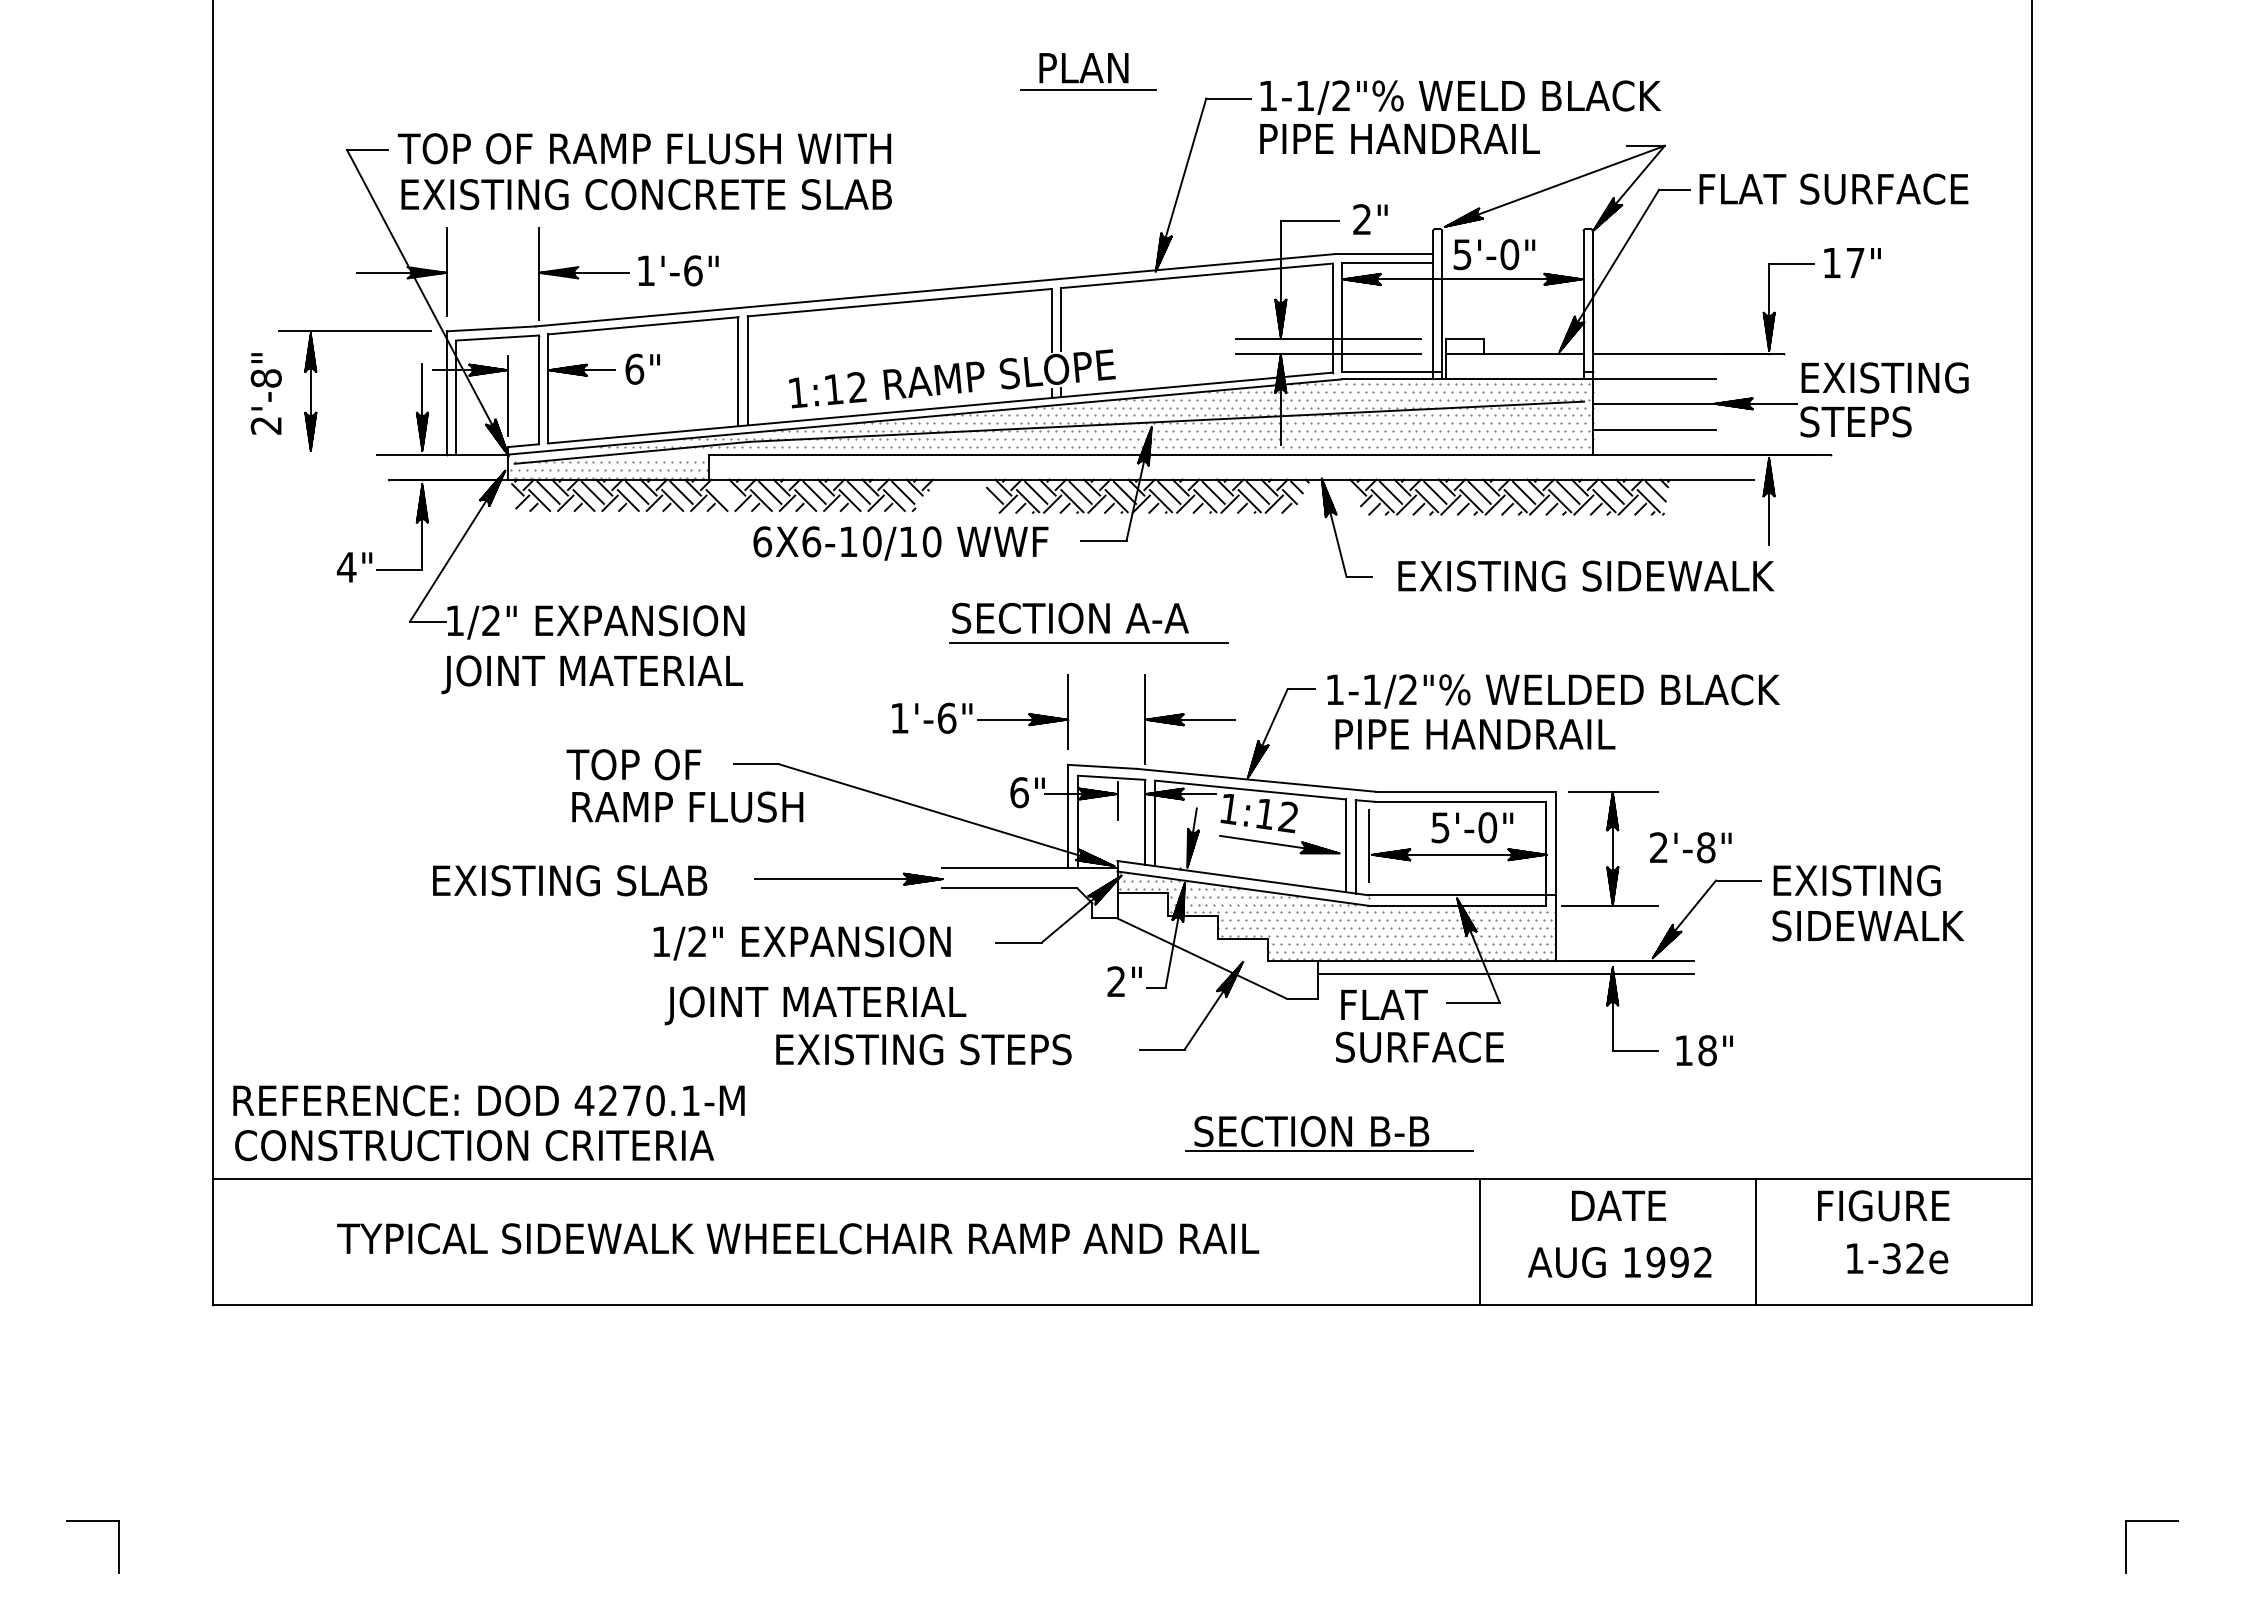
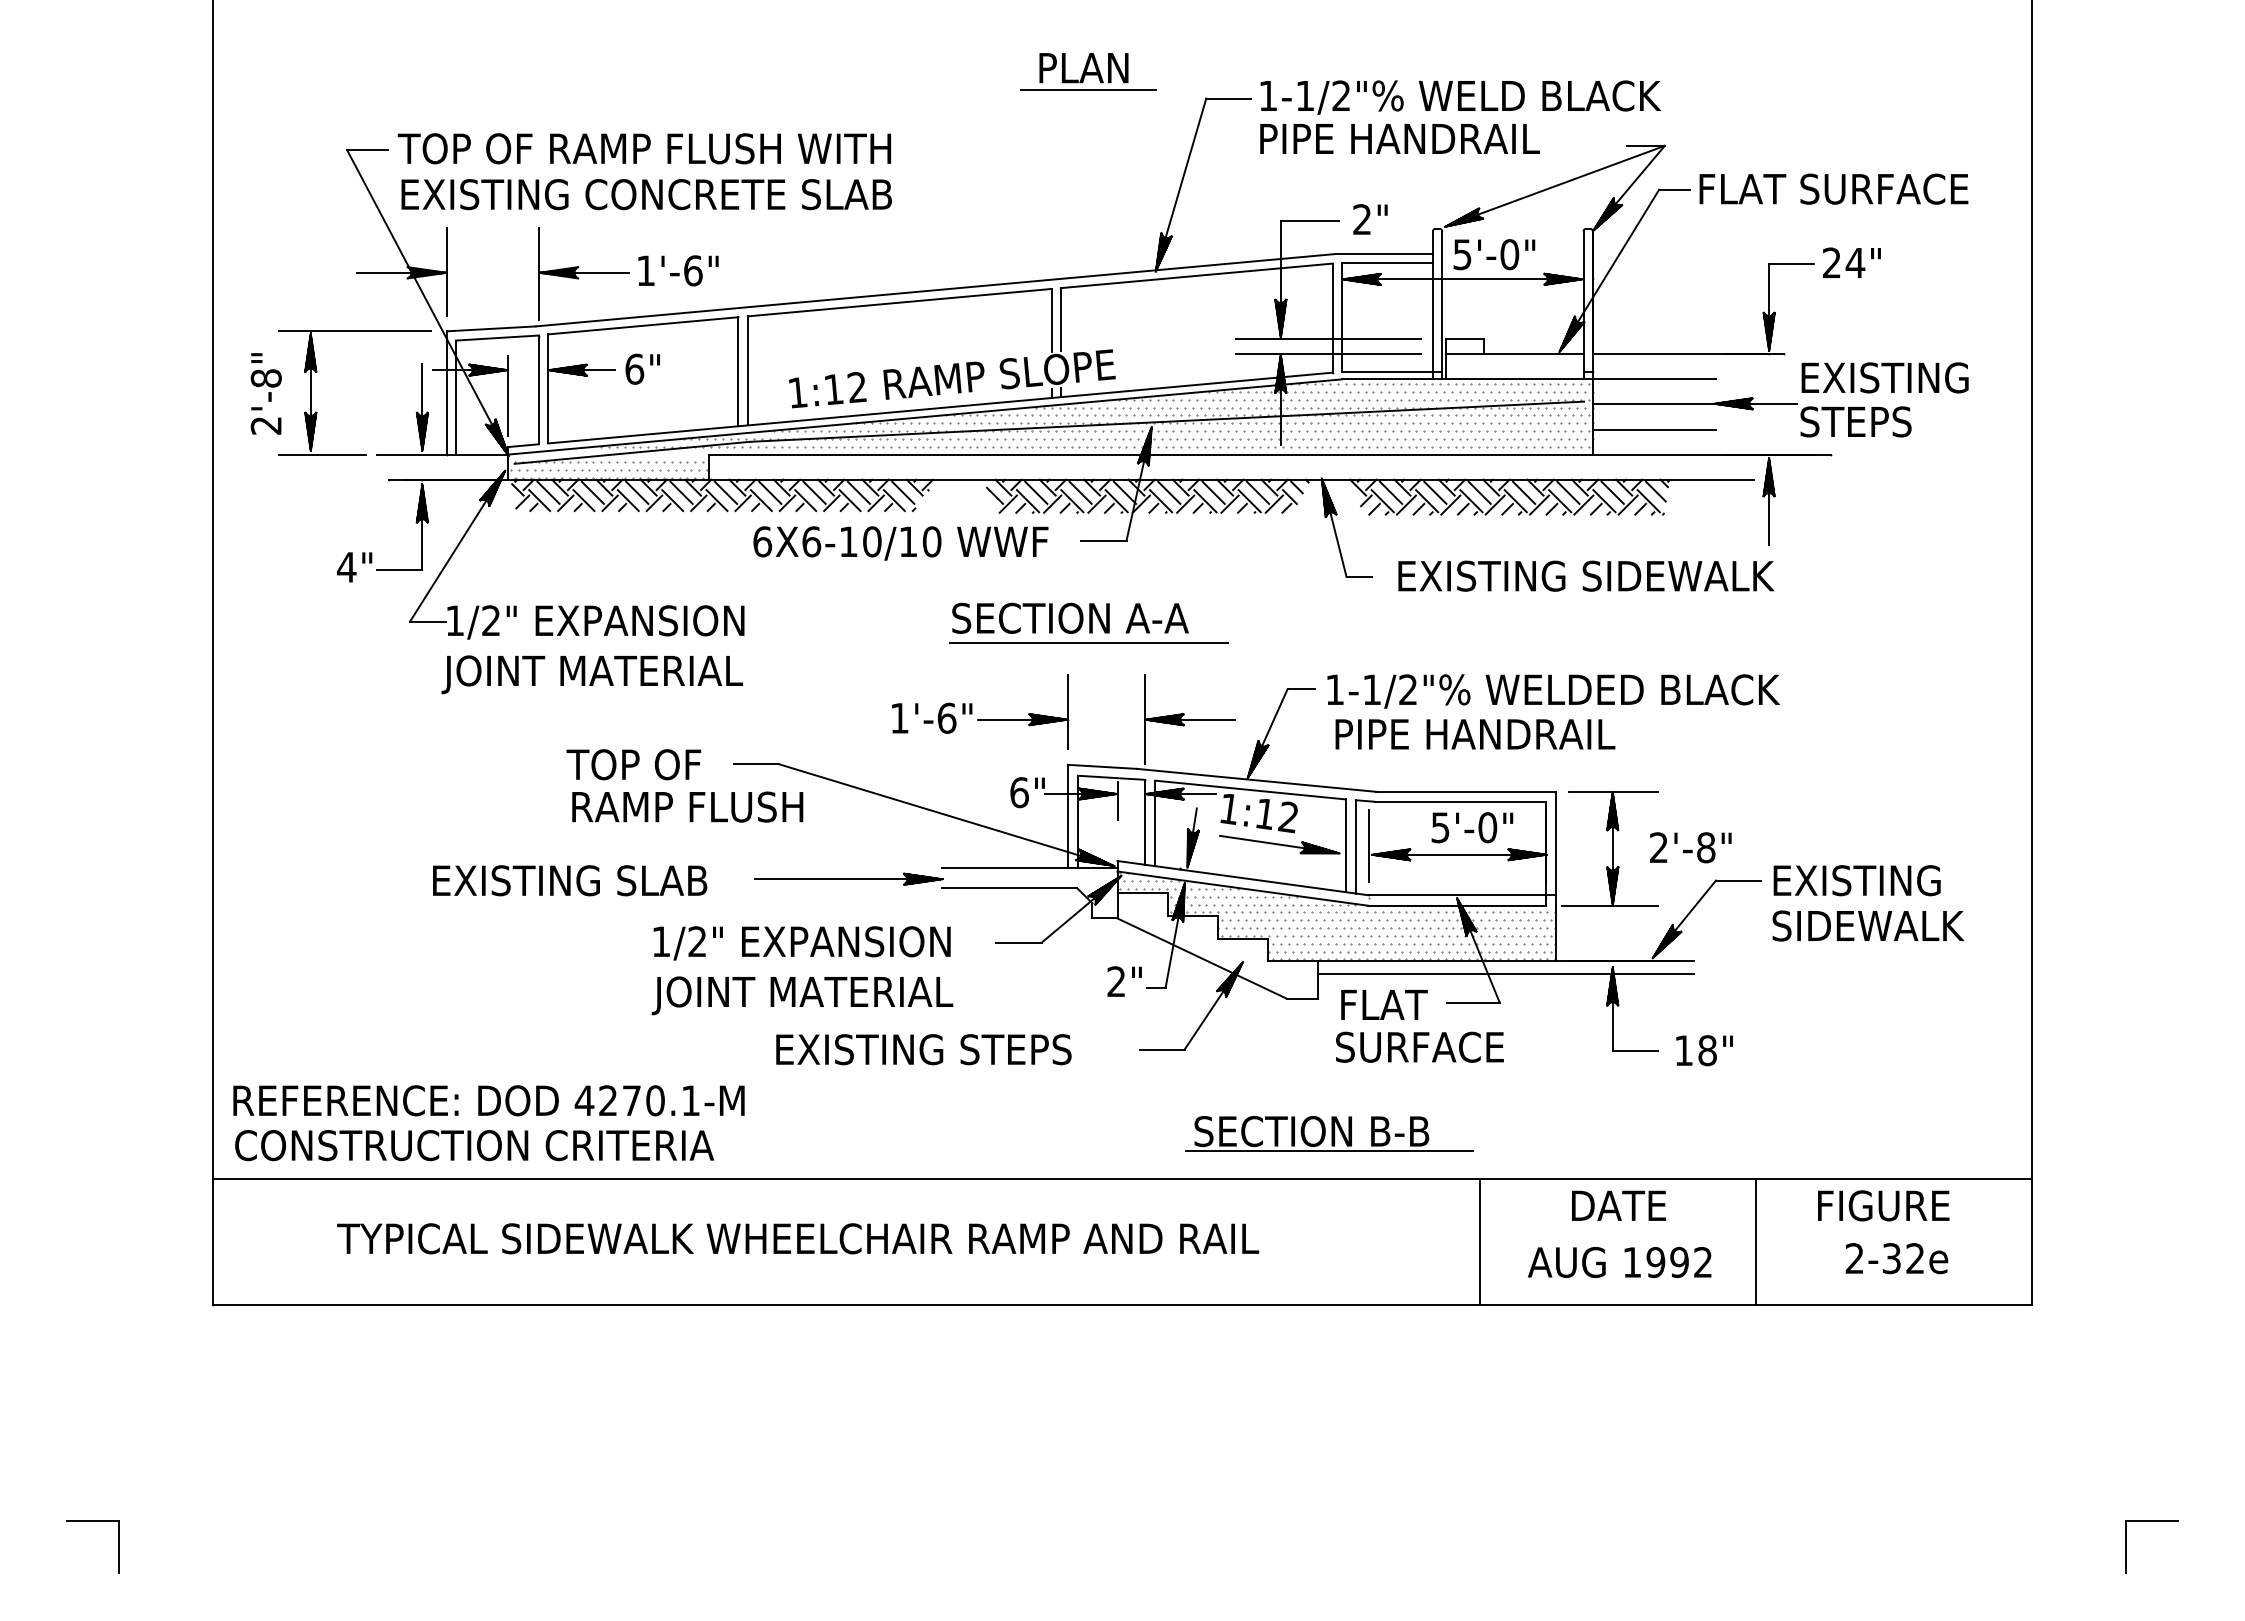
text at (1844, 262): 17" -> 24"
line at (322, 454): none -> present
line at (725, 492): none -> present
text at (815, 1005) position: (815, 1005) -> (802, 995)
text at (1854, 1258): 1-32e -> 2-32e
